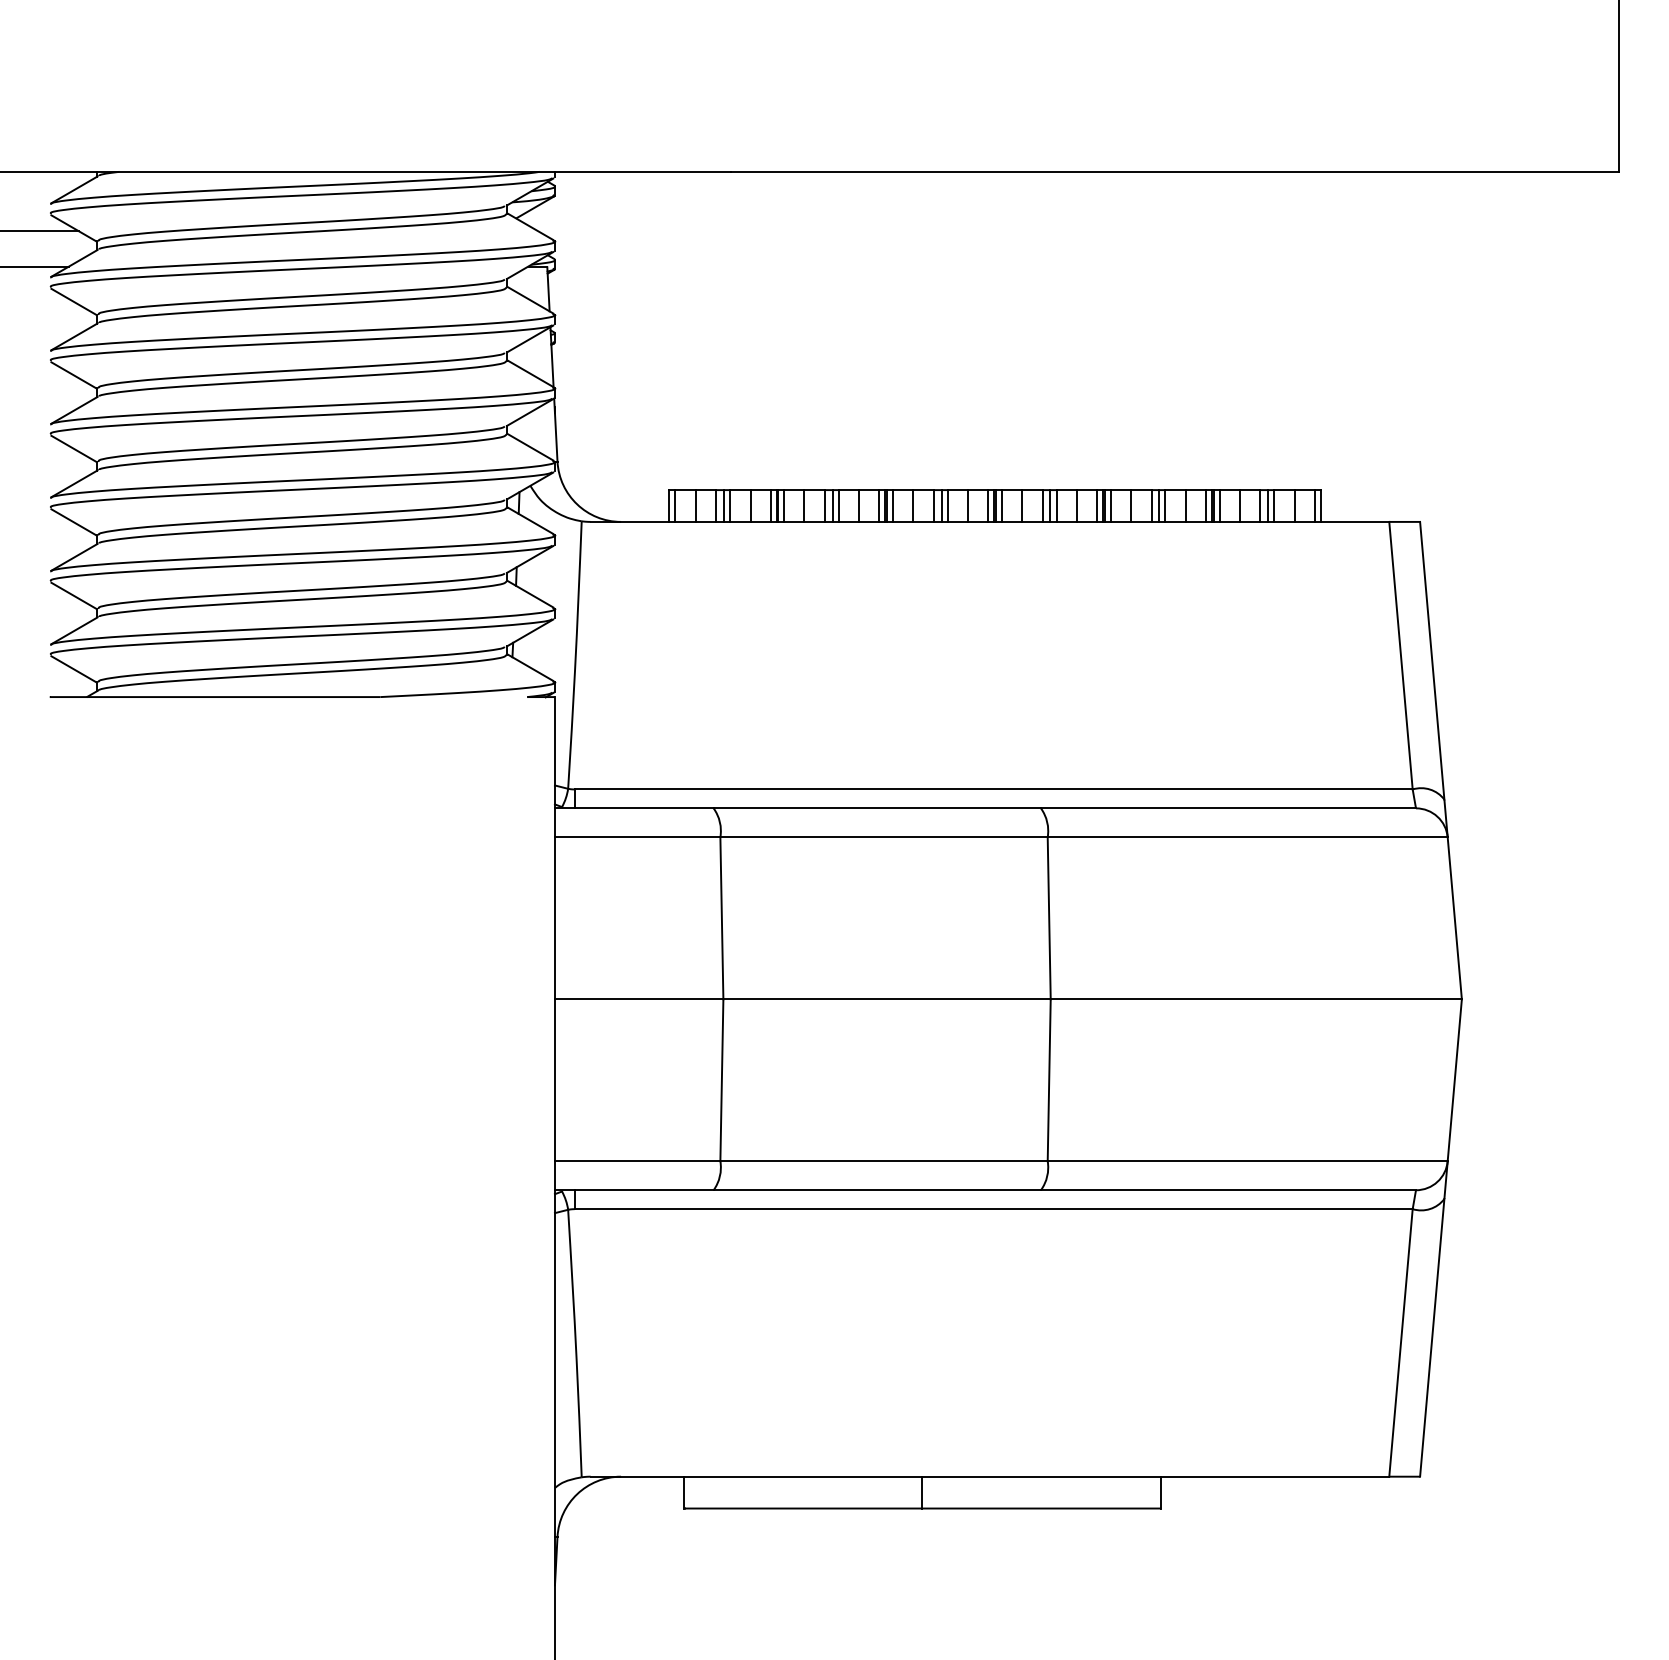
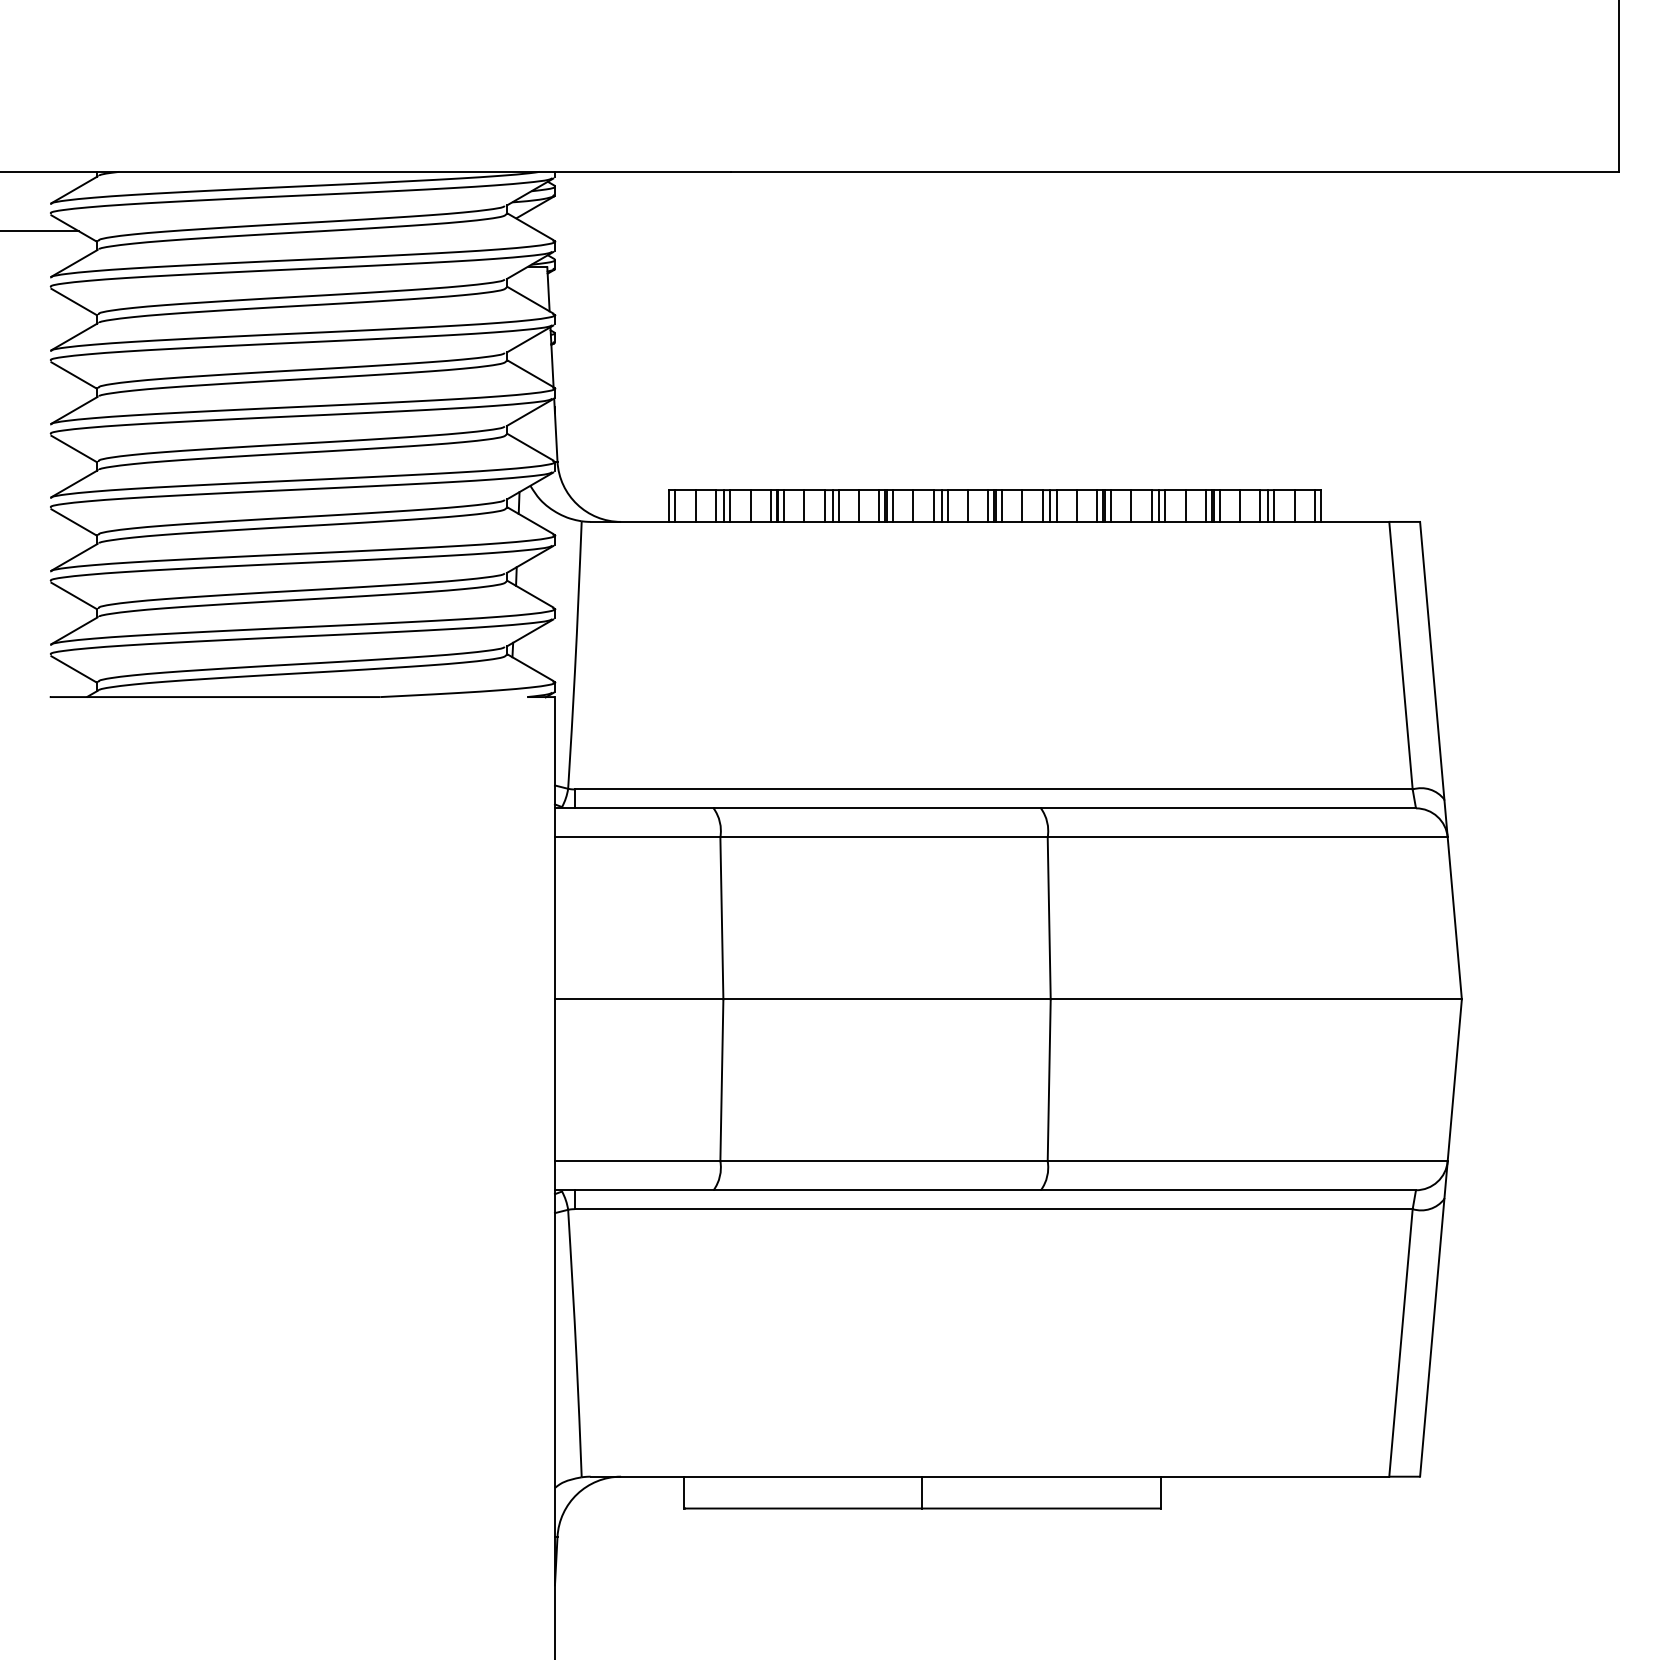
line at (35, 267): present -> none
